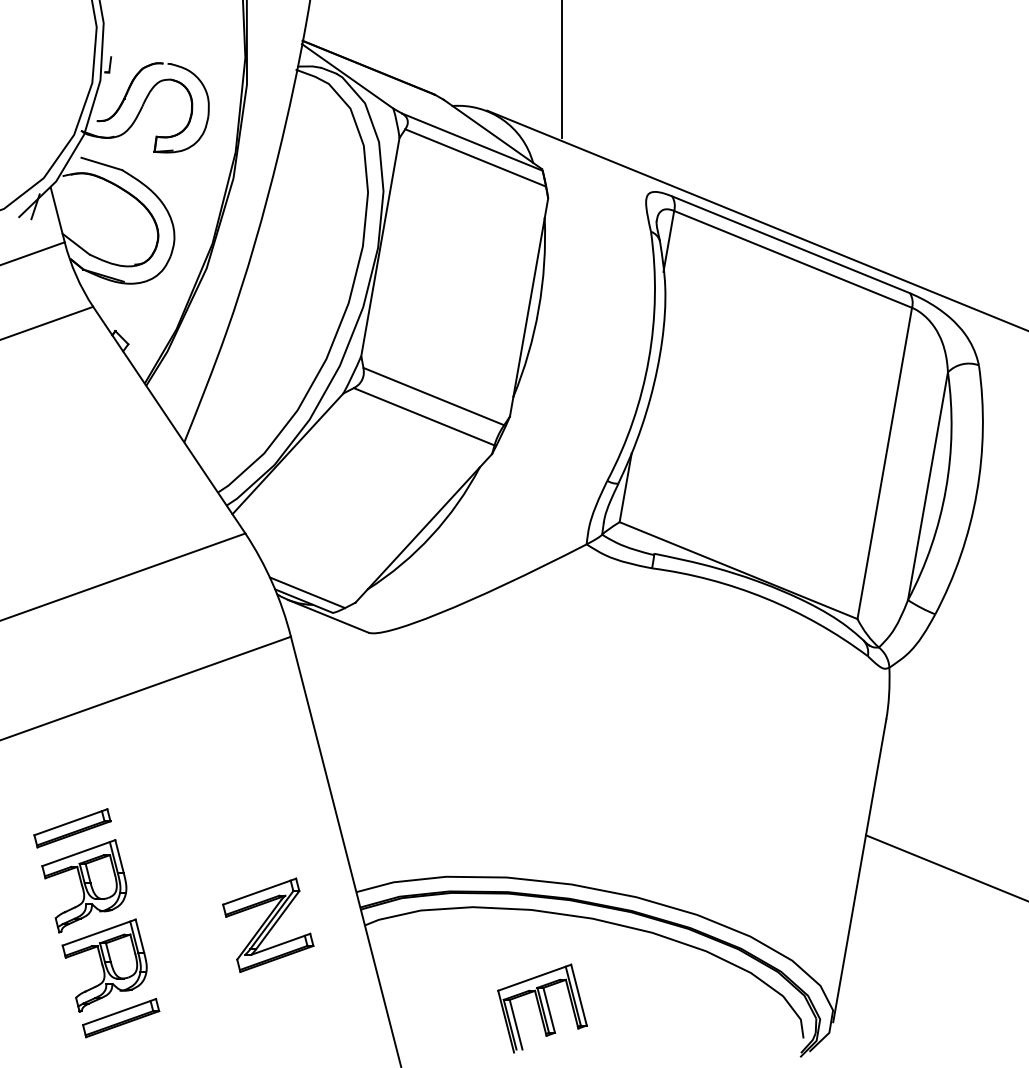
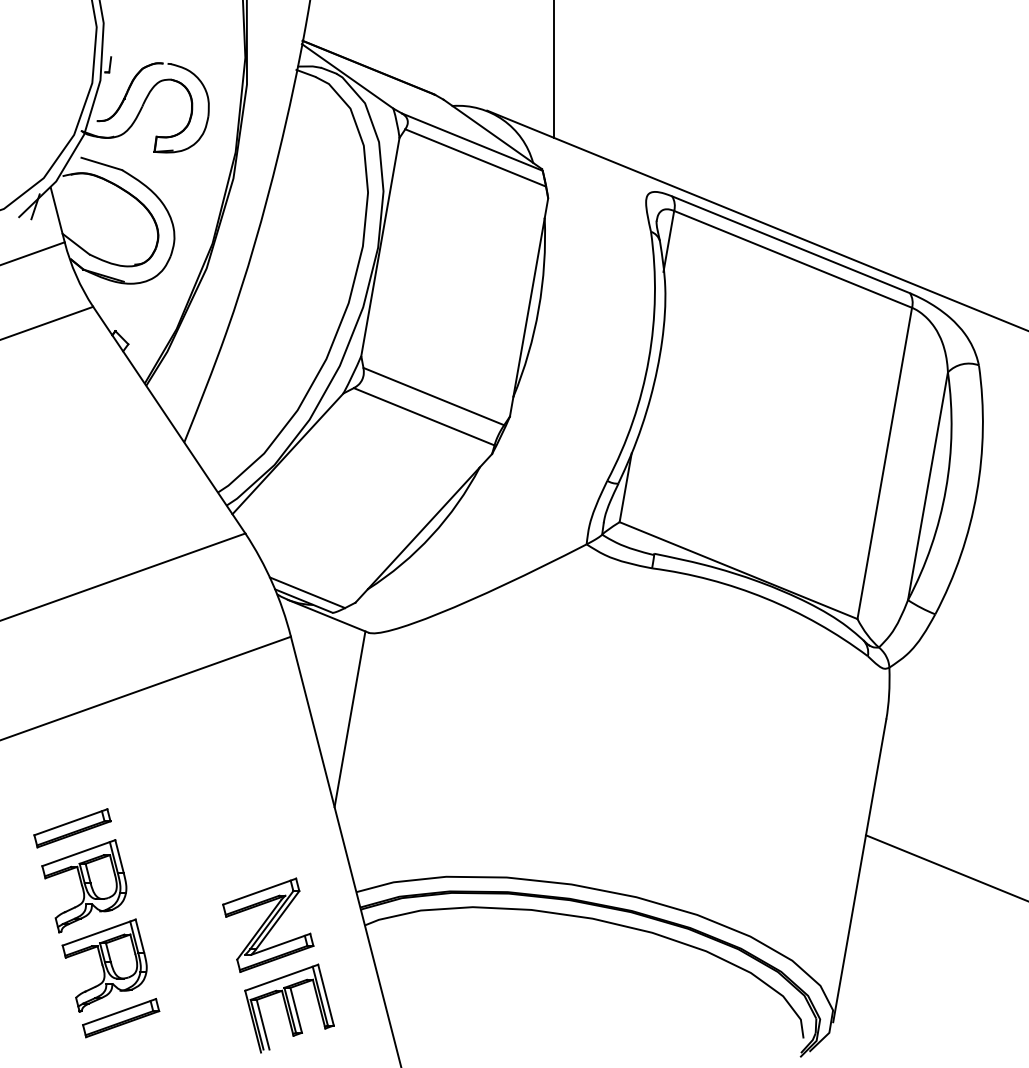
line at (561, 69) position: (561, 69) -> (553, 69)
line at (349, 719): none -> present
part at (542, 1008) position: (542, 1008) -> (289, 1008)
